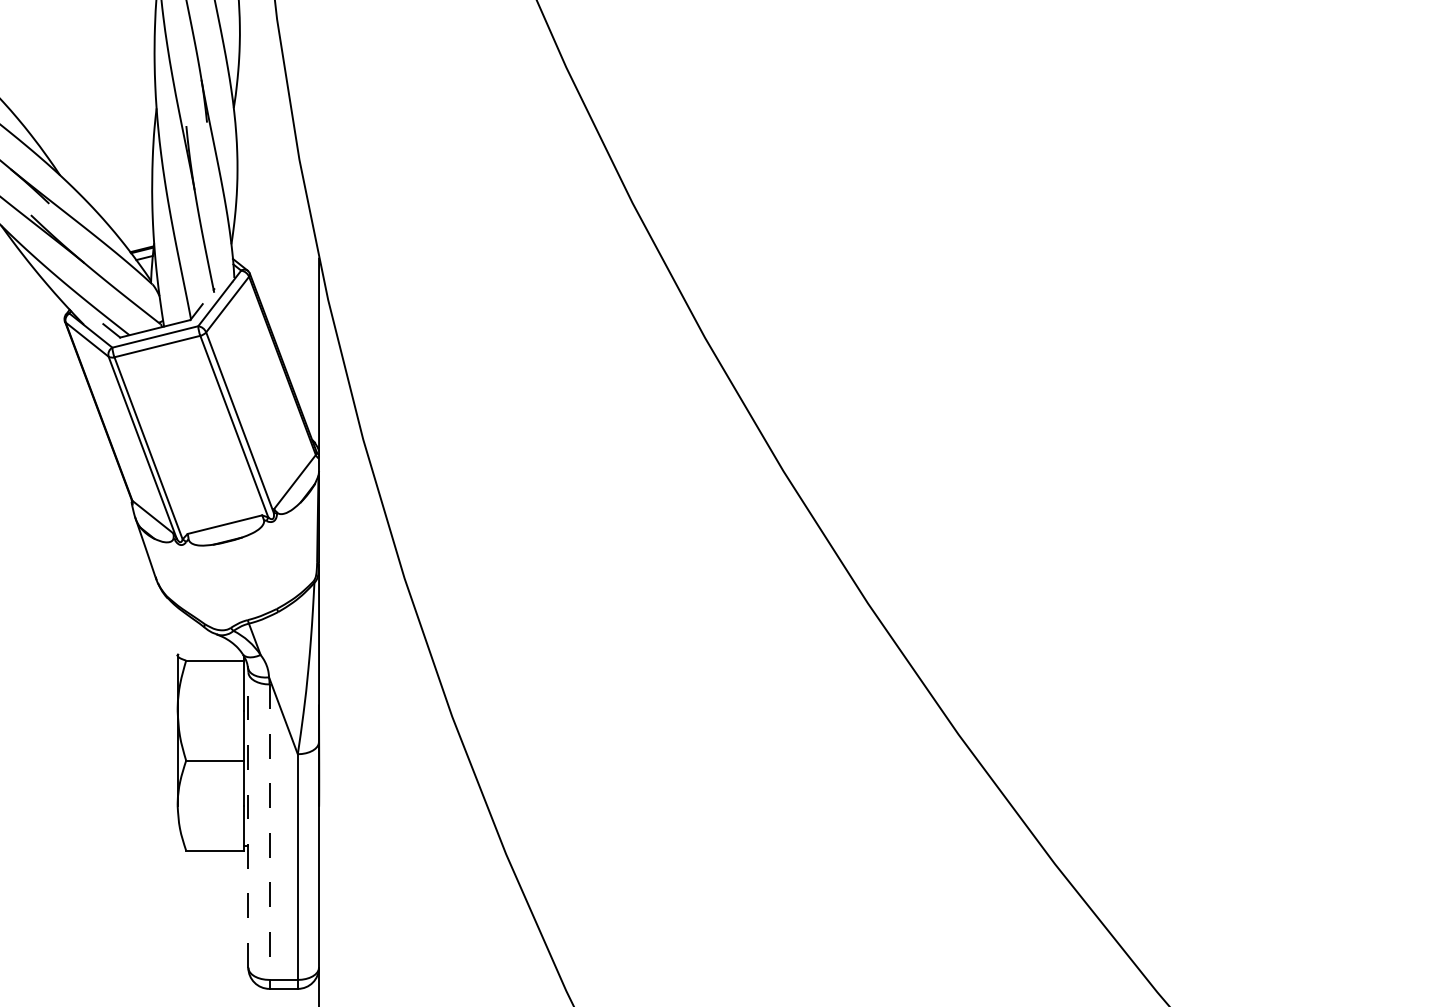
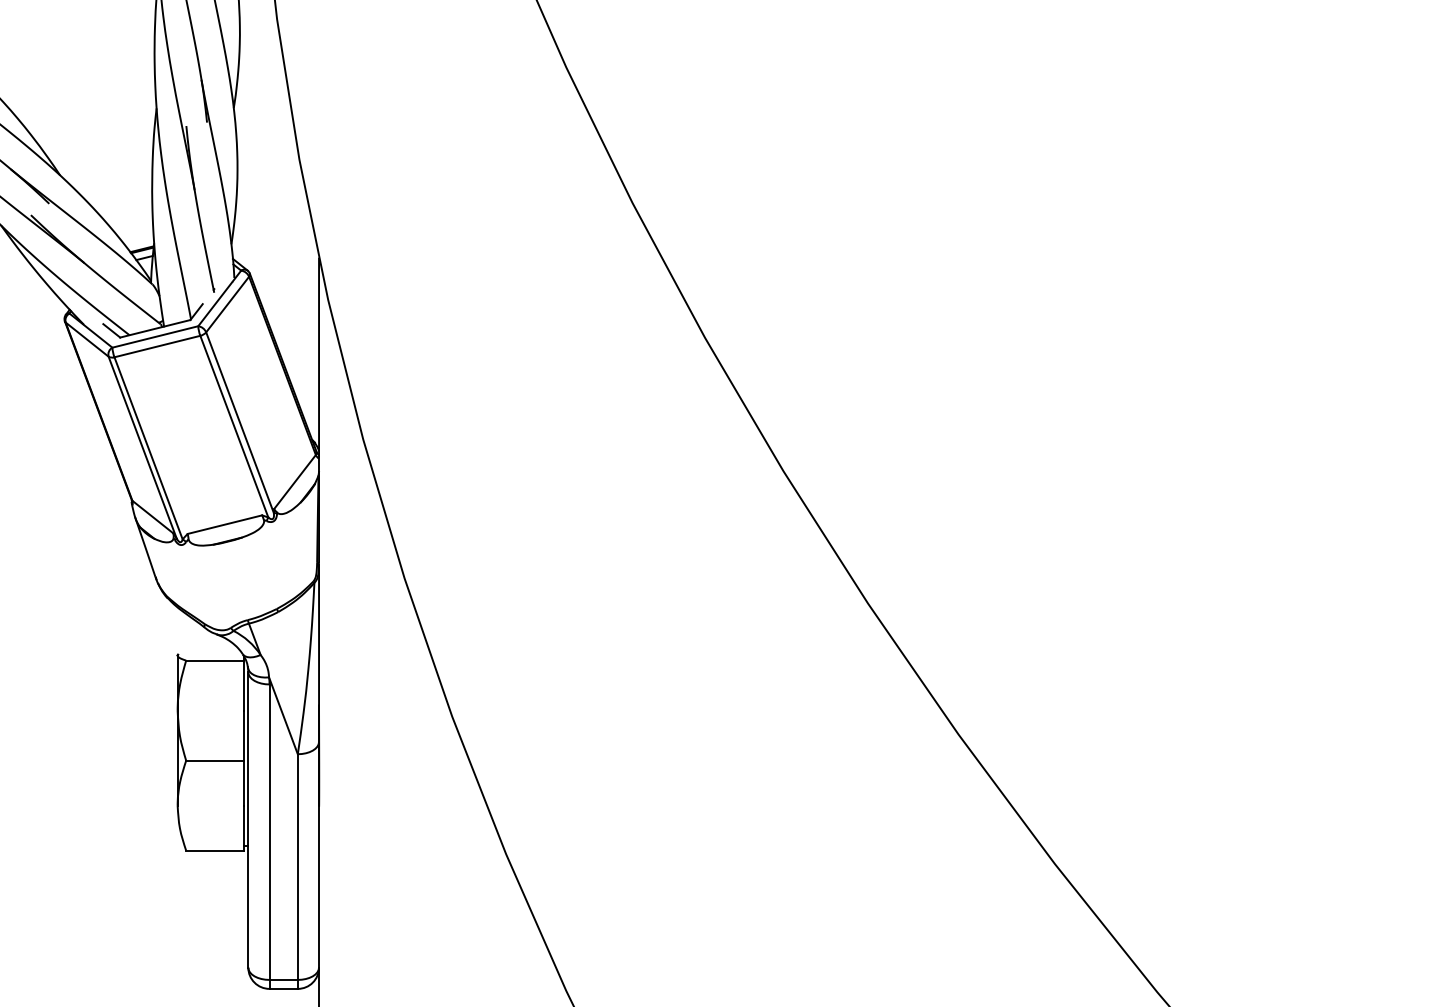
line at (248, 819): dashed -> solid
line at (269, 832): dashed -> solid
